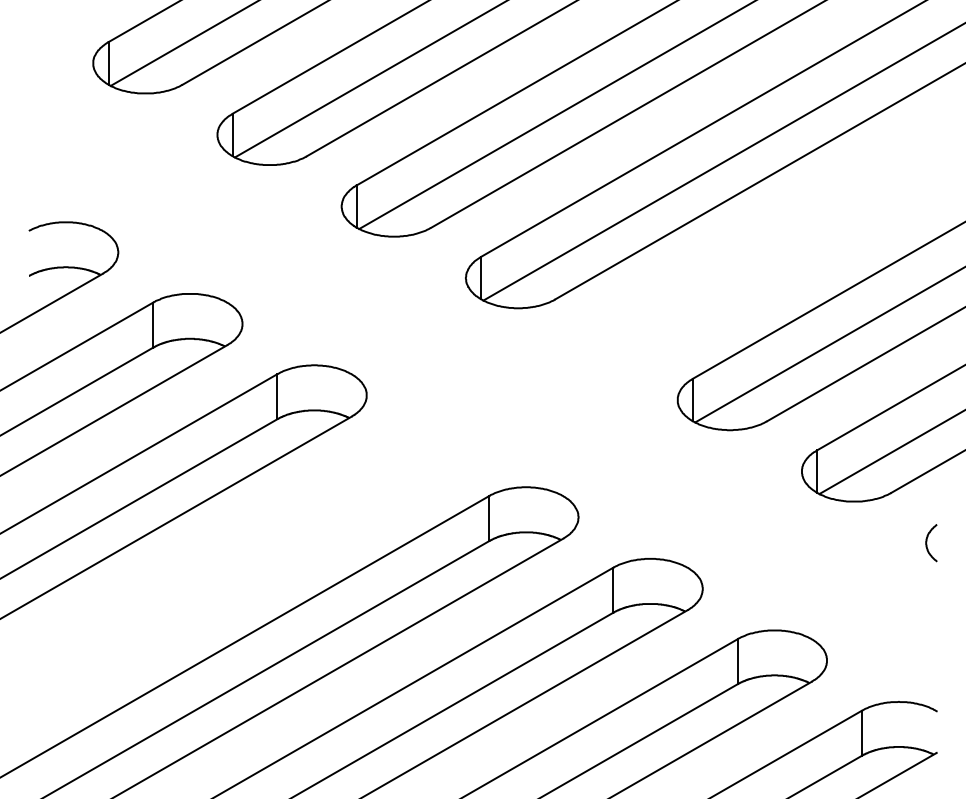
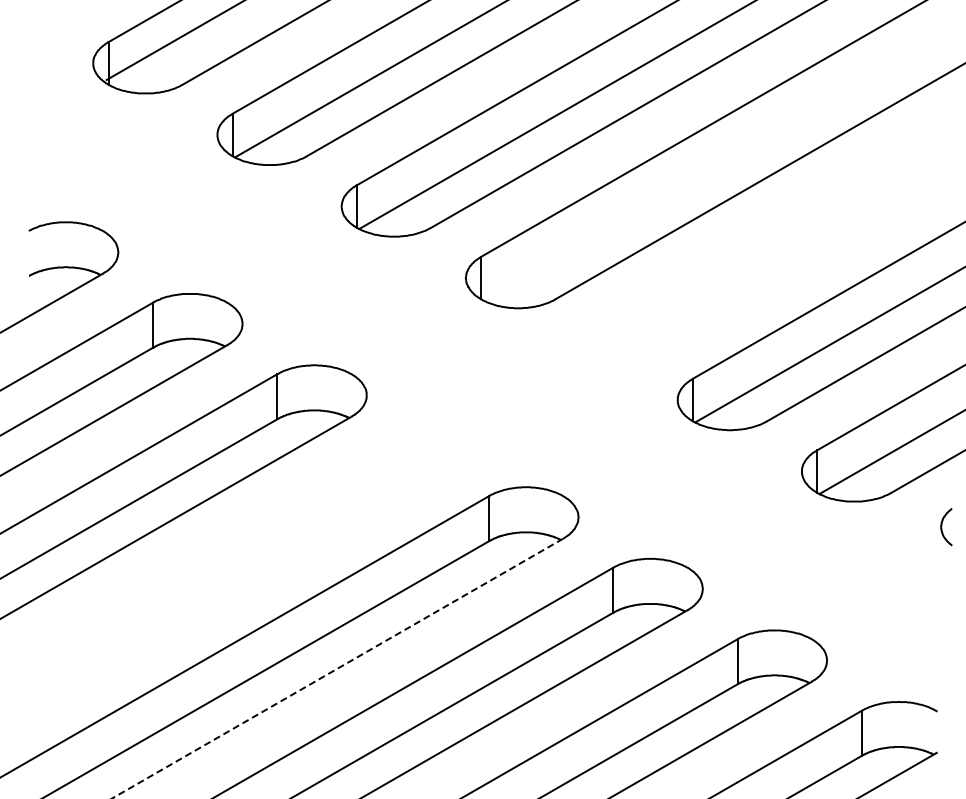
line at (183, 43) position: (183, 43) -> (174, 40)
line at (722, 162): present -> none
curve at (927, 543) position: (927, 543) -> (942, 527)
line at (337, 669): solid -> dashed
